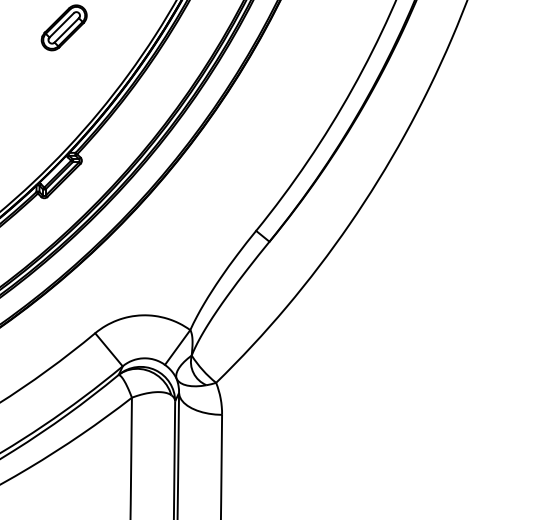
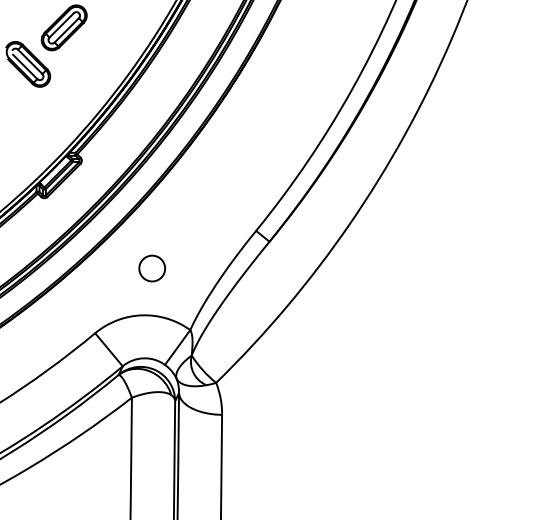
part at (28, 64): none -> present
circle at (151, 268): none -> present
